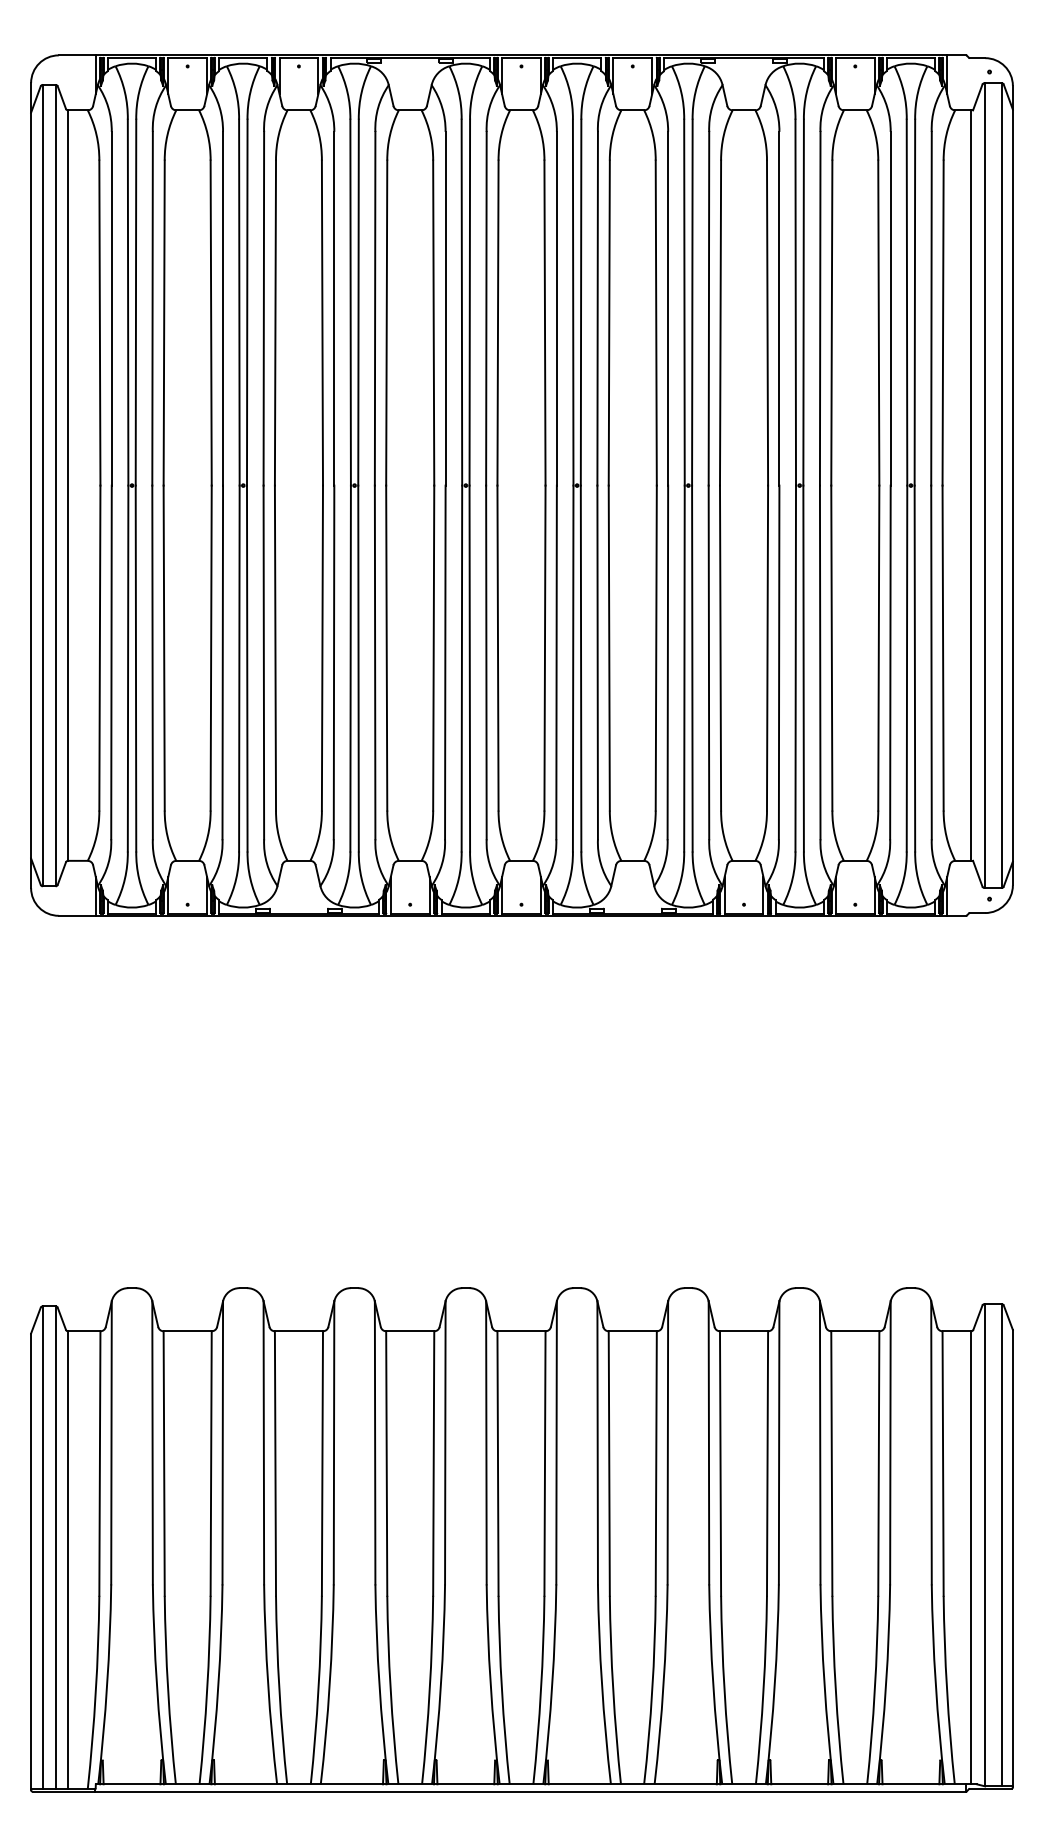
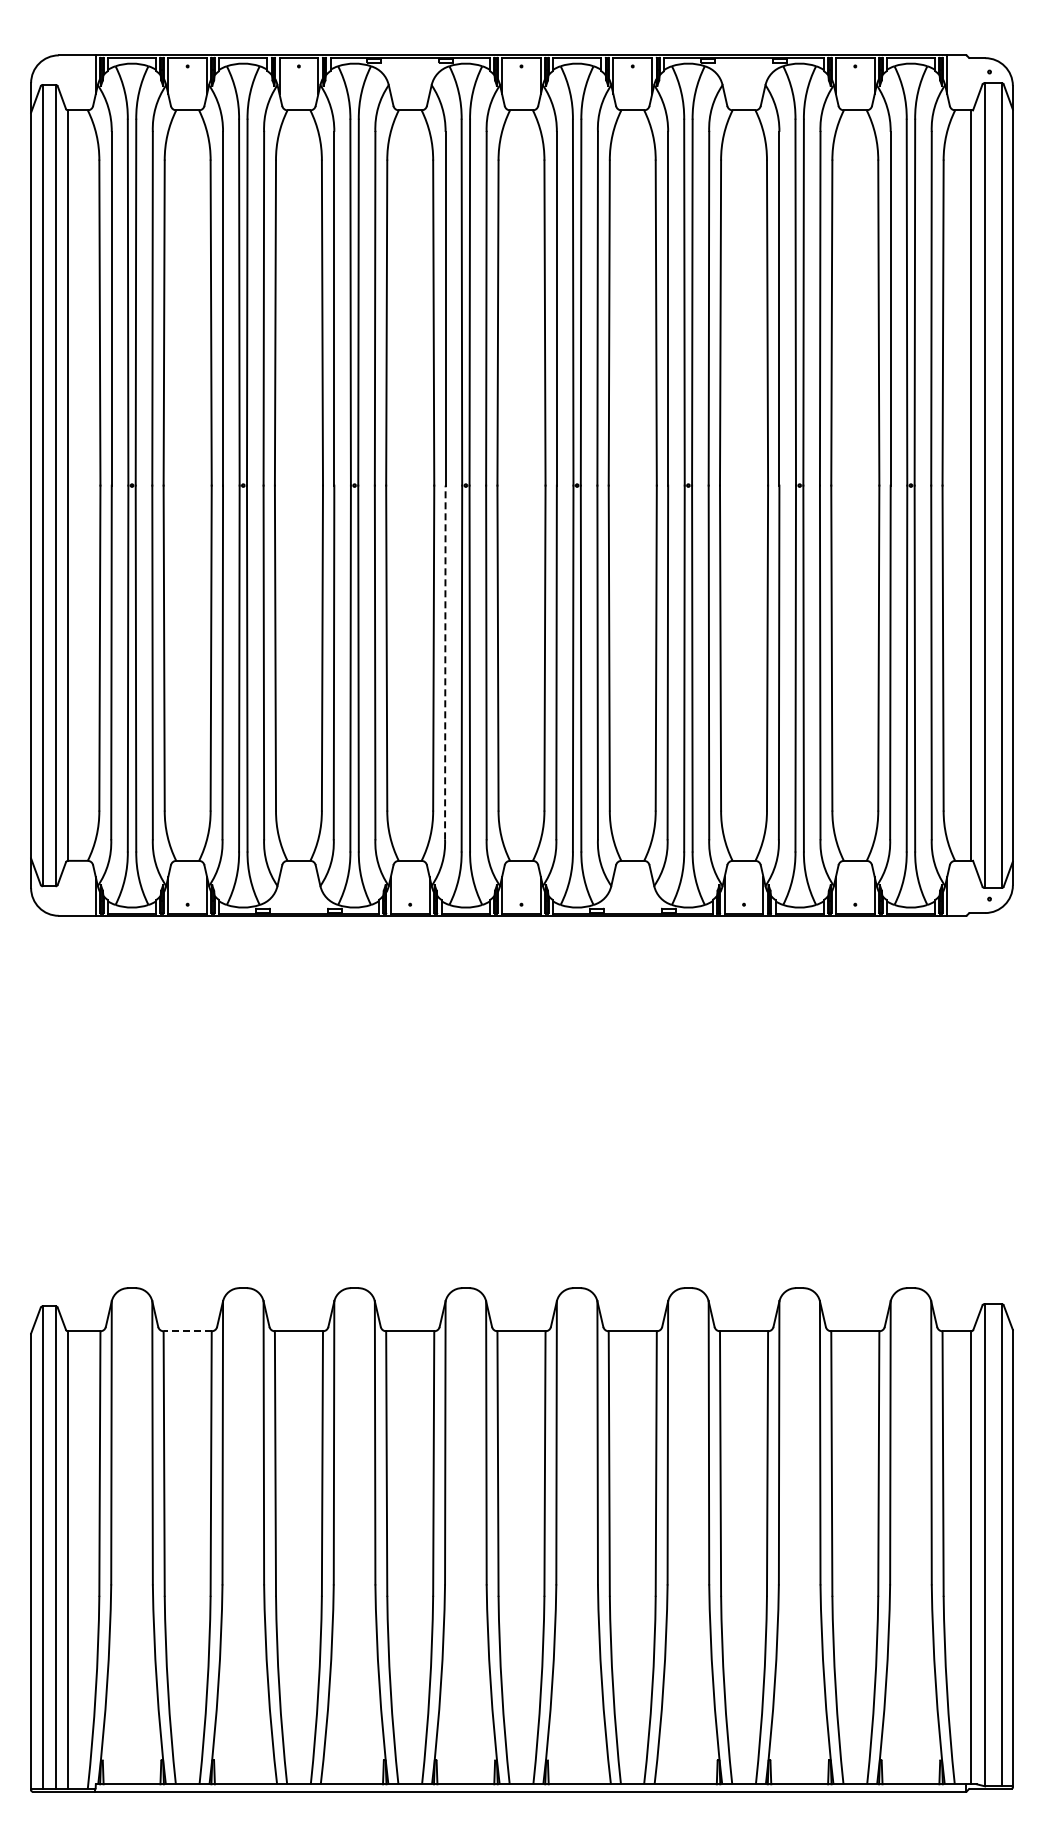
line at (445, 662): solid -> dashed
line at (187, 1331): solid -> dashed
